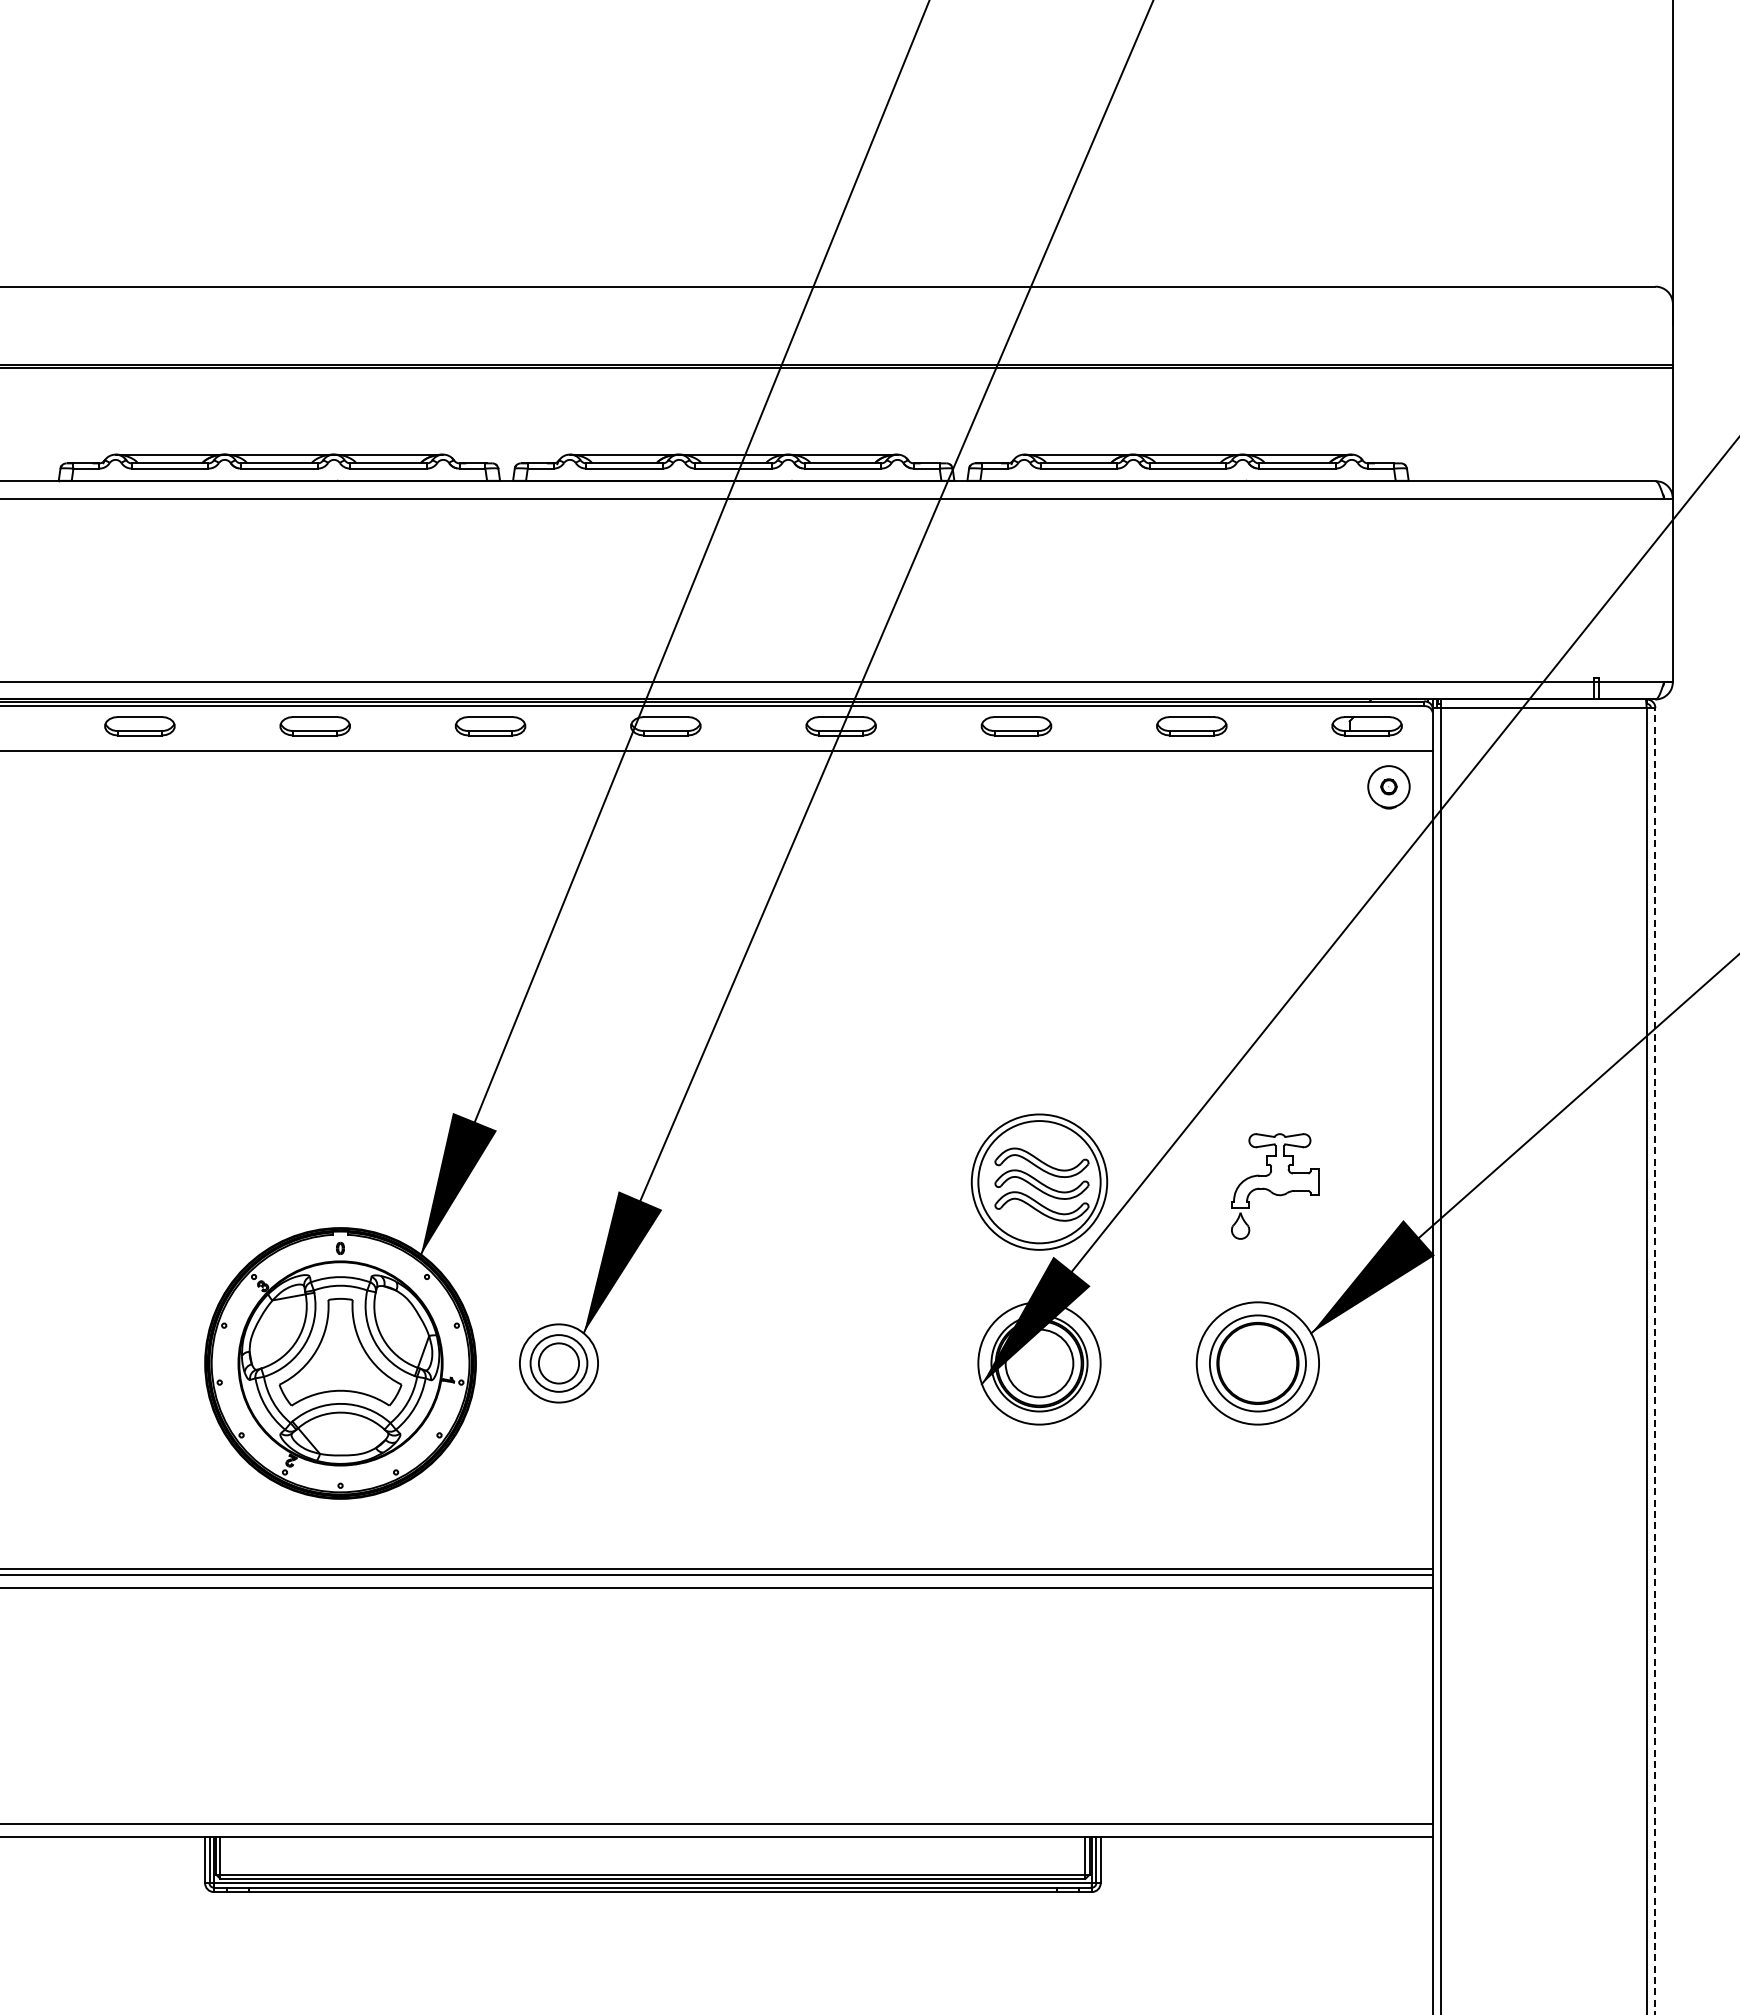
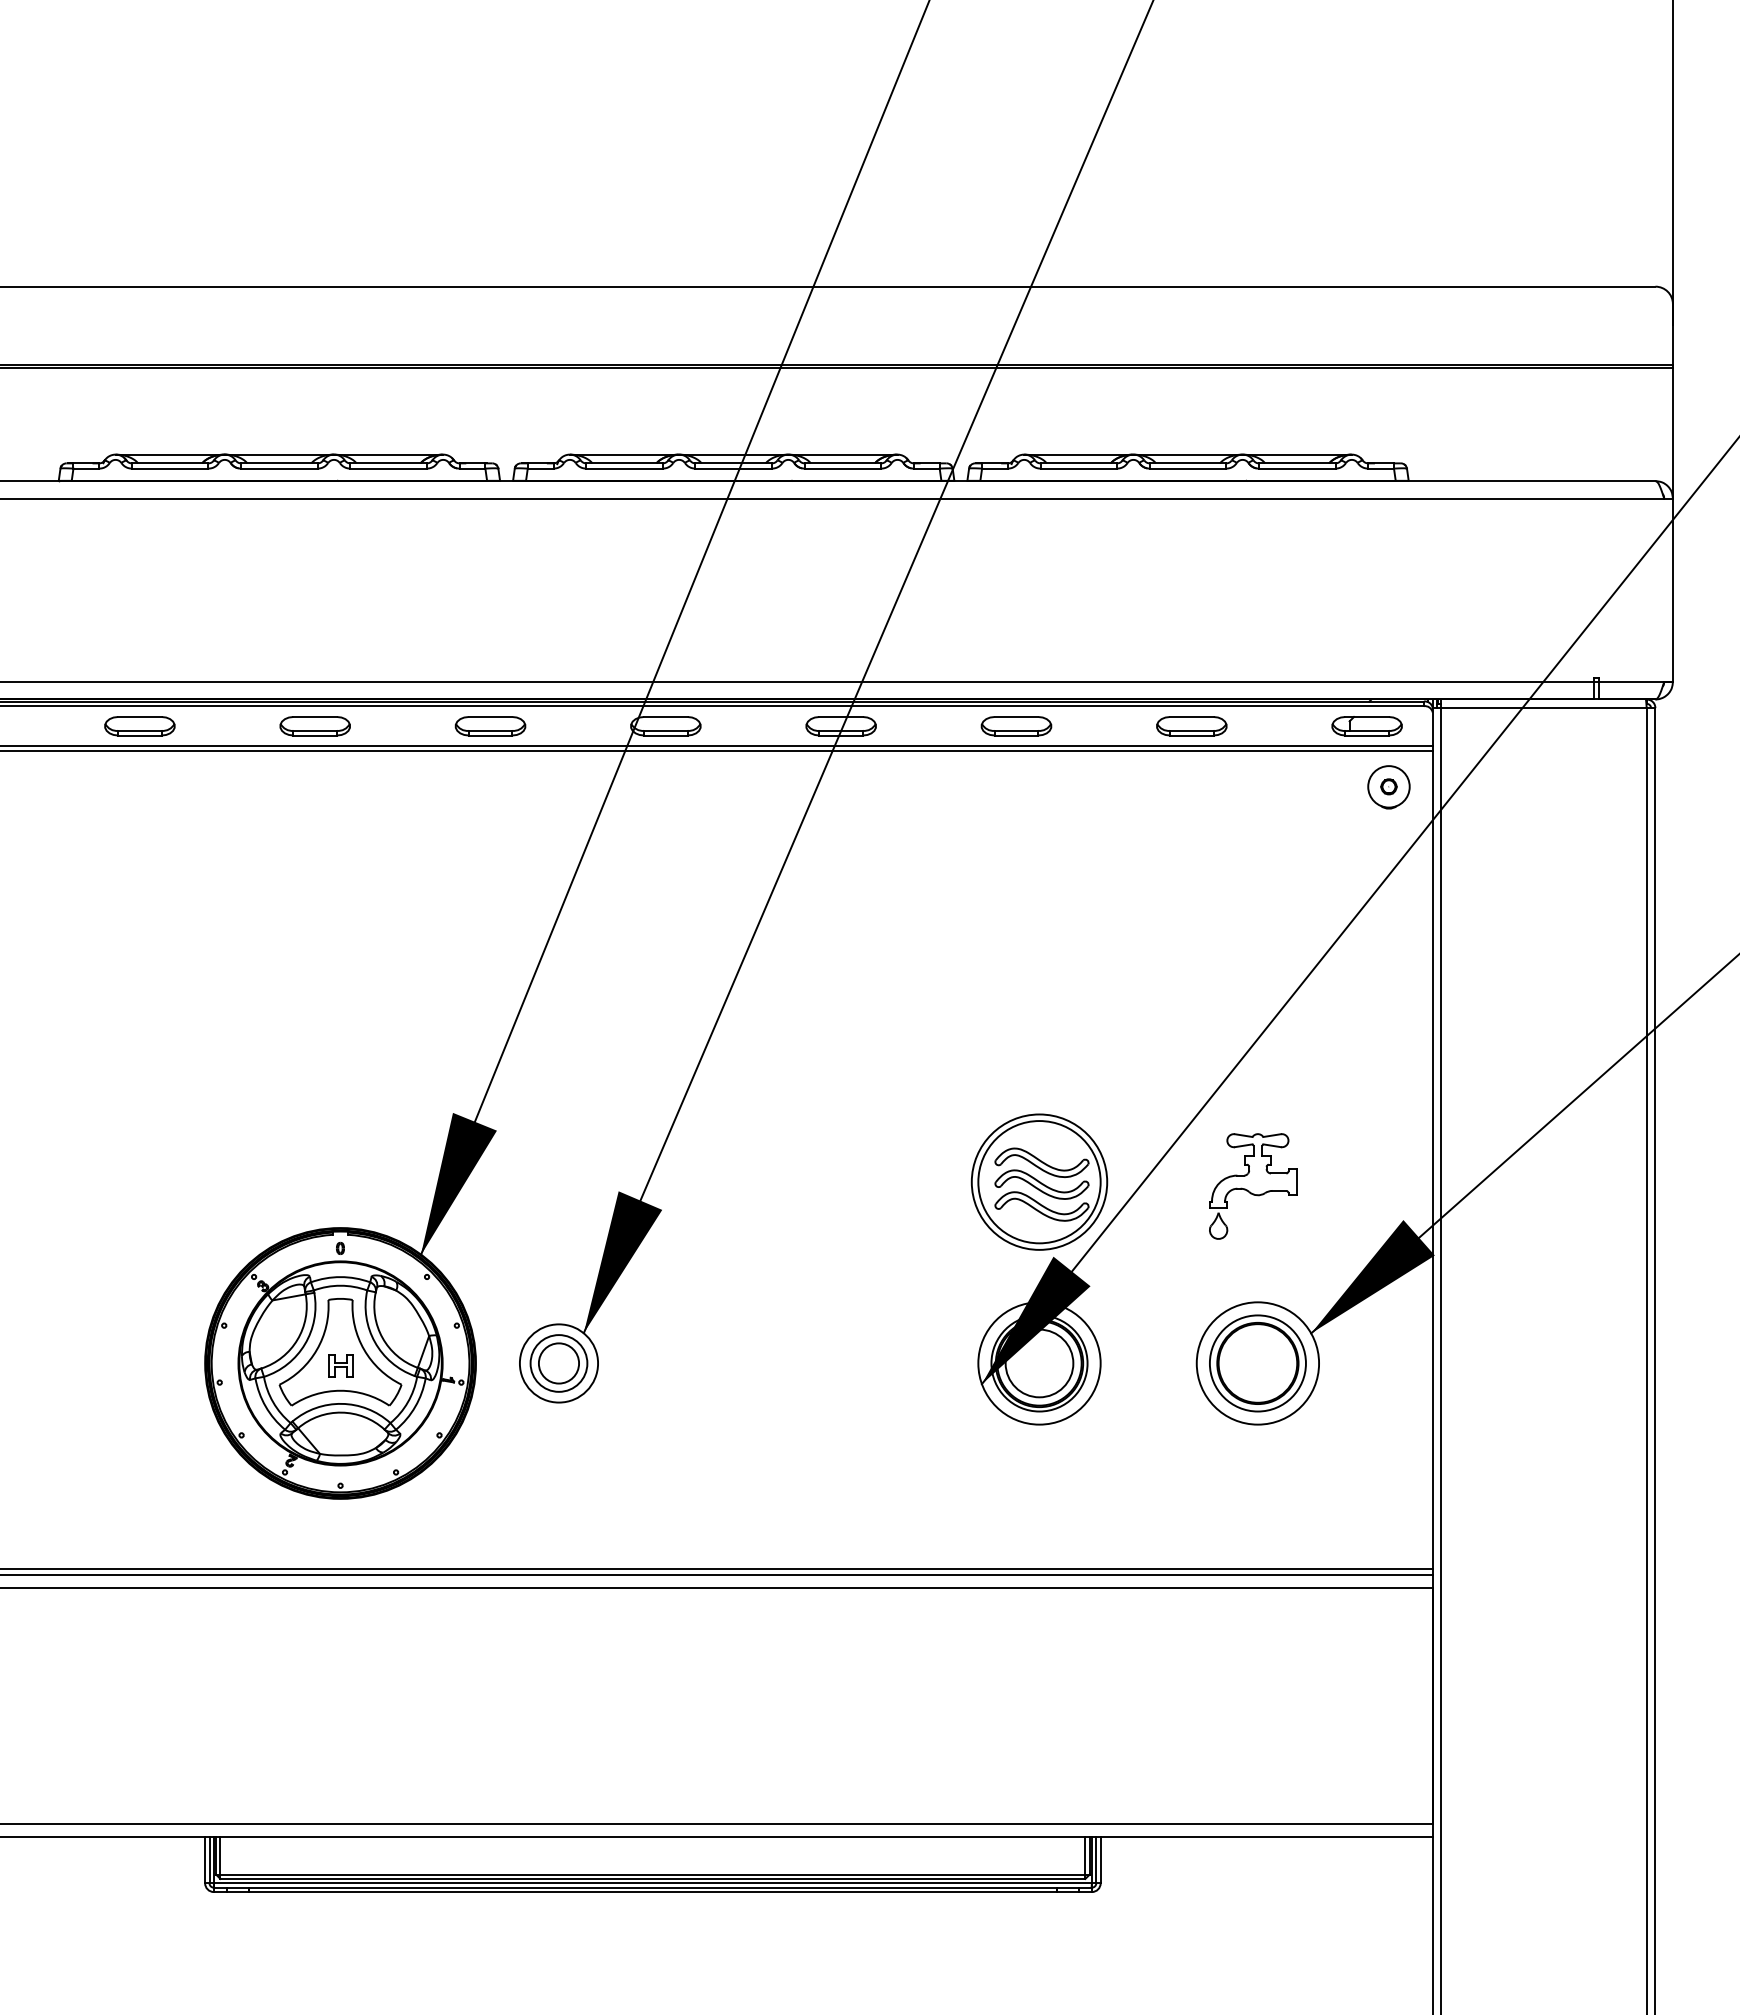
line at (717, 745): none -> present
part at (1275, 1186) position: (1275, 1186) -> (1253, 1186)
line at (1655, 1361): dashed -> solid
part at (340, 1365): none -> present
